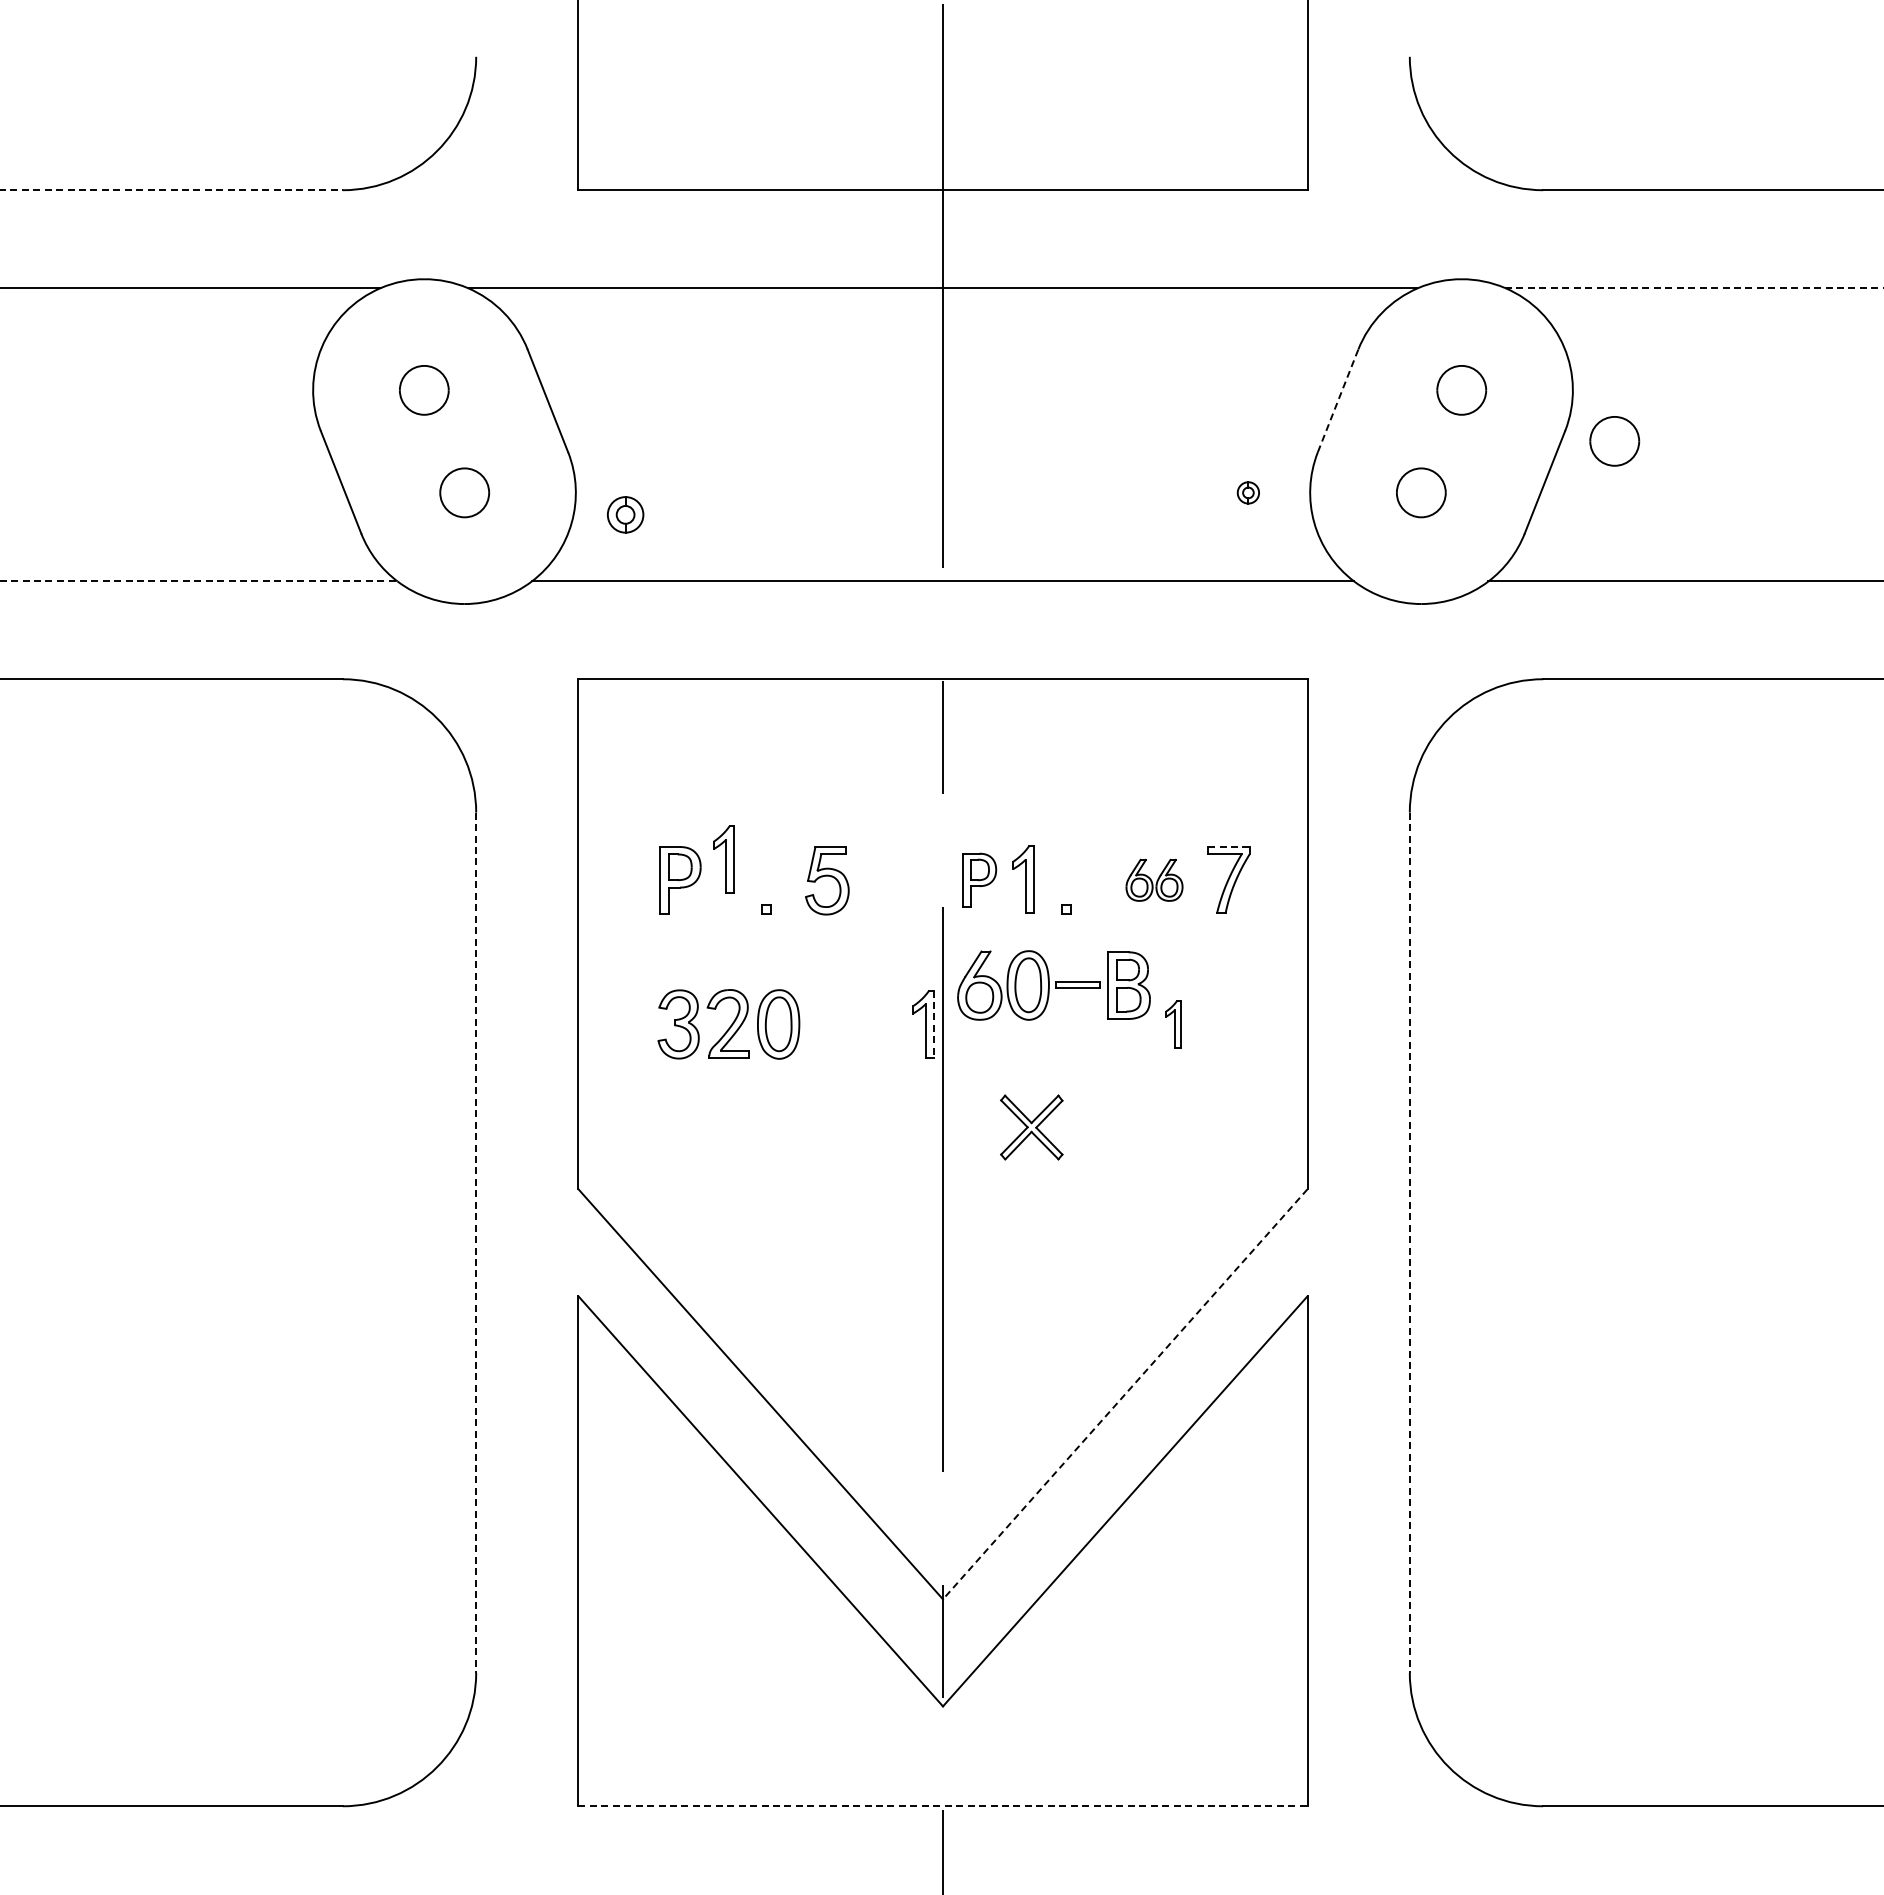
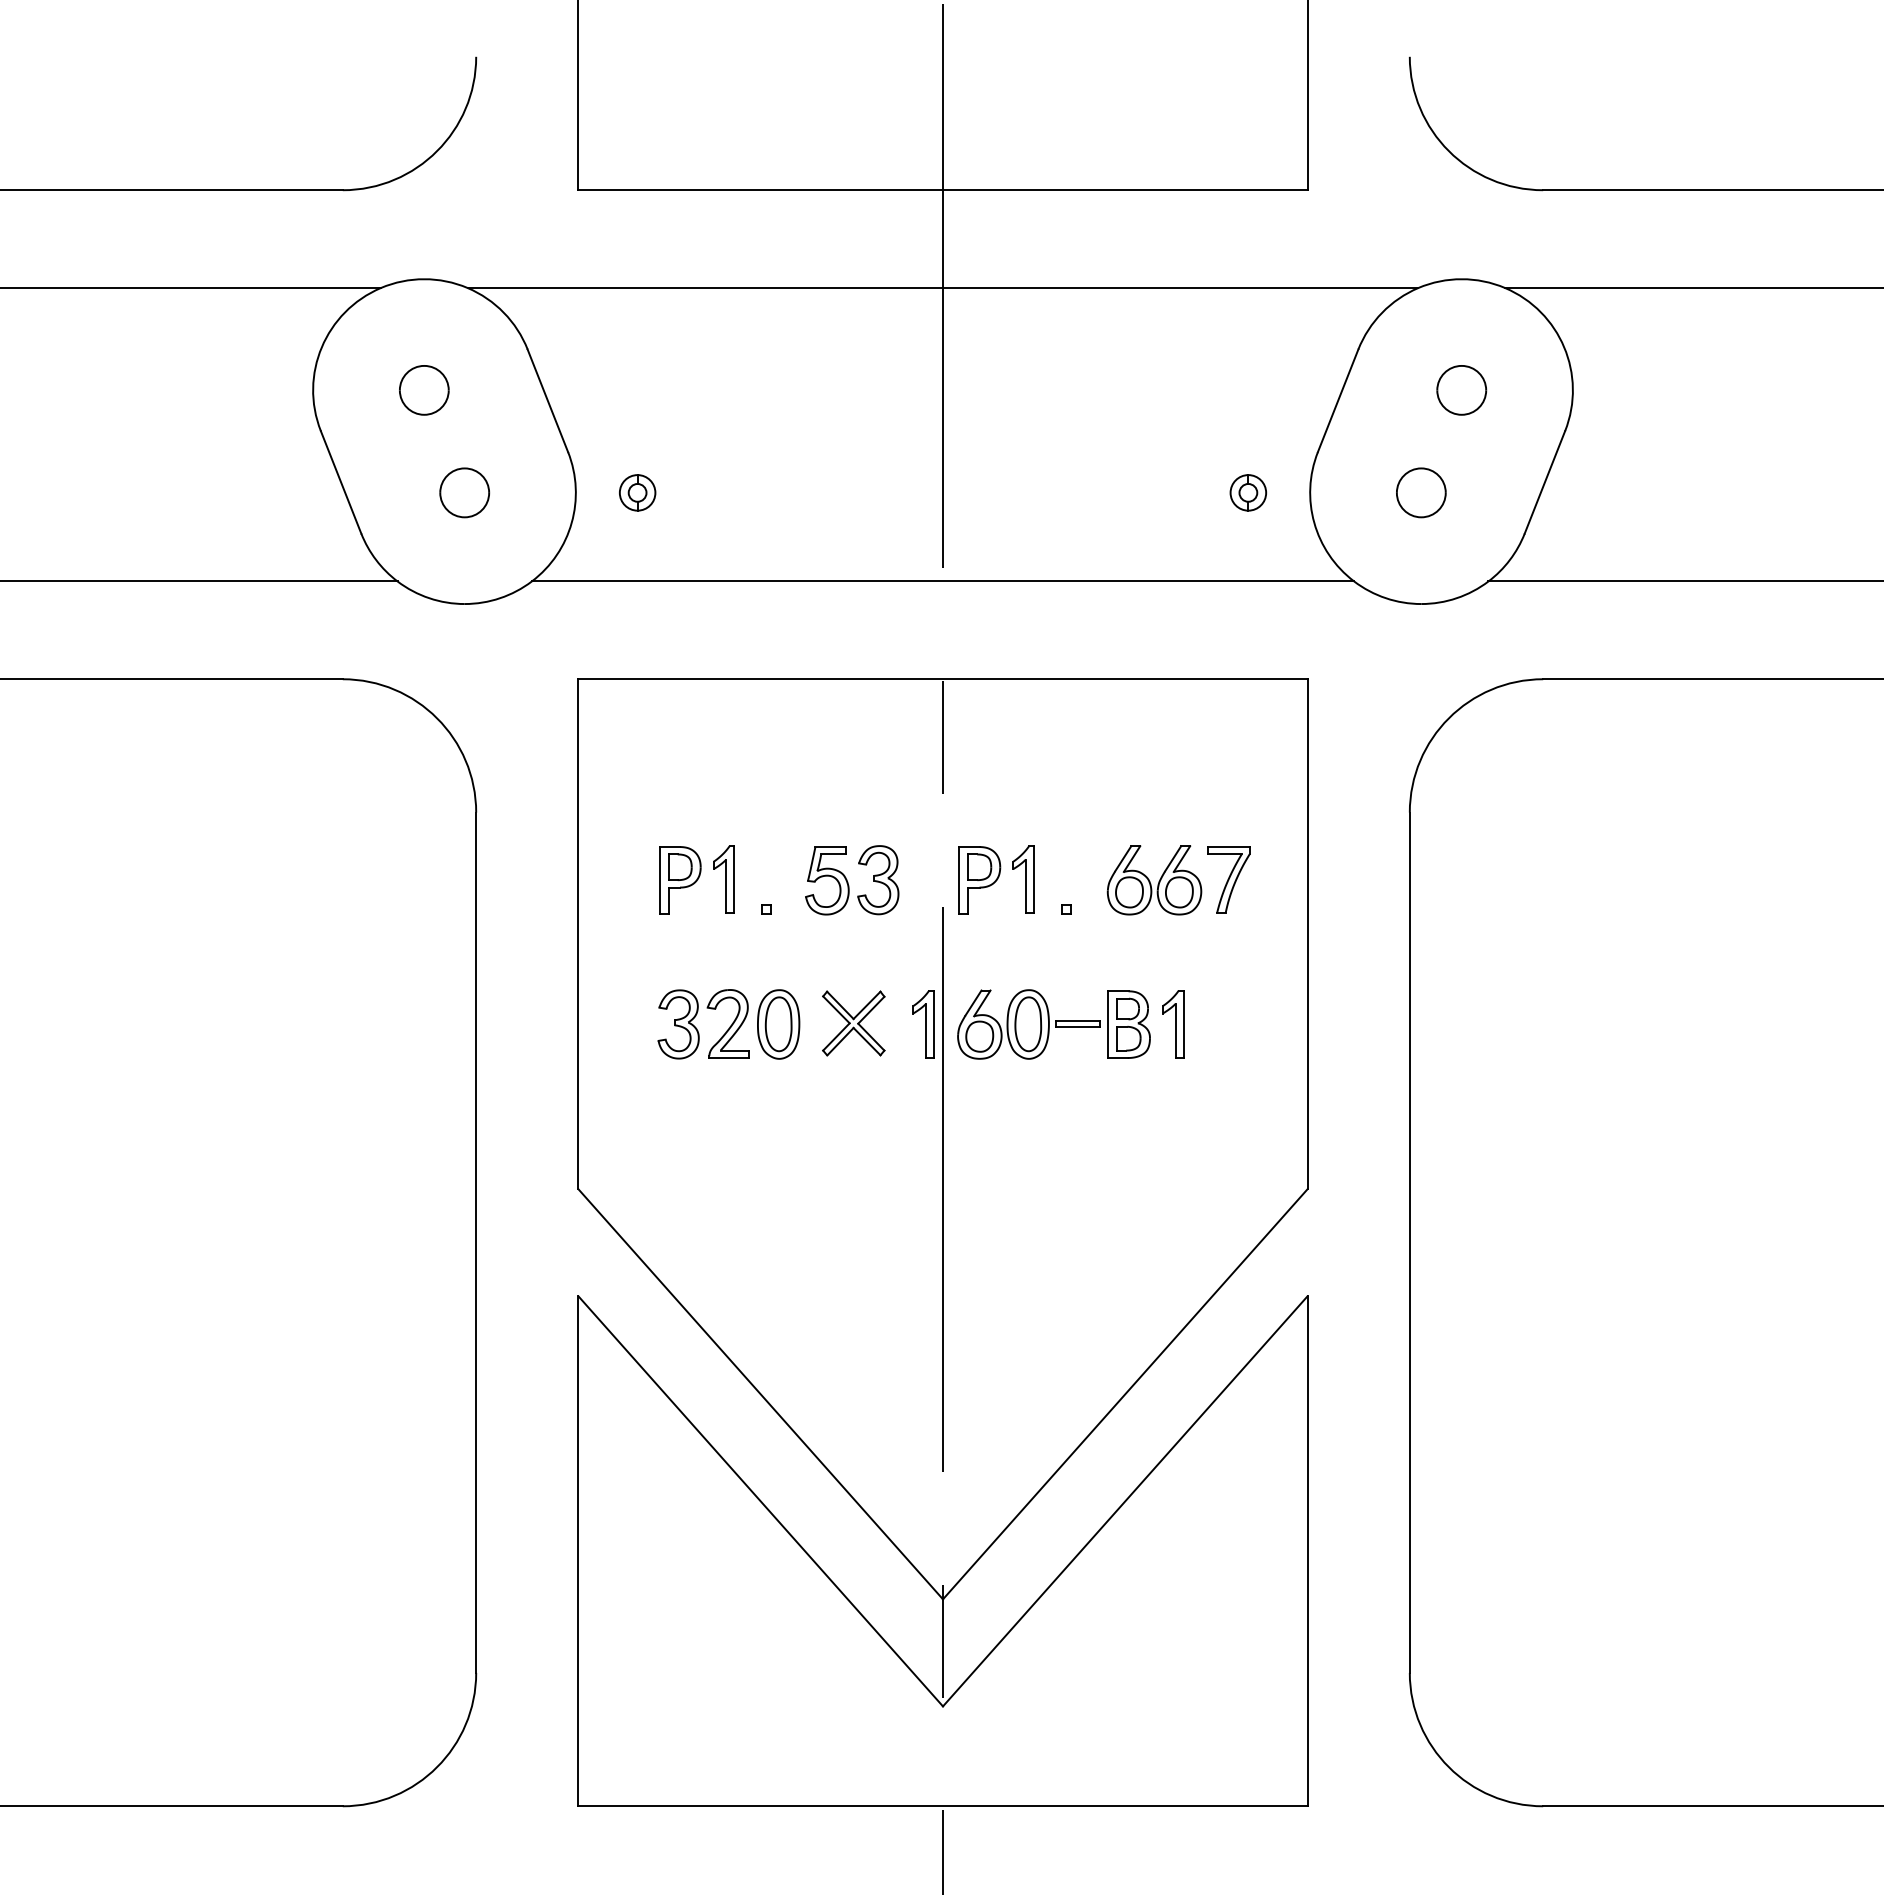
line at (171, 190): dashed -> solid
line at (1694, 288): dashed -> solid
line at (1338, 400): dashed -> solid
part at (1614, 441): present -> none
part at (1247, 492) size: 24x24 px -> 39x38 px
part at (625, 514) position: (625, 514) -> (637, 492)
line at (199, 581): dashed -> solid
line at (1228, 847): dashed -> solid
part at (723, 859) position: (723, 859) -> (723, 879)
part at (979, 879) size: 36x56 px -> 44x69 px
part at (1154, 879) size: 59x44 px -> 97x71 px
part at (878, 880): none -> present
part at (1053, 985) position: (1053, 985) -> (1053, 1024)
line at (933, 1024): dashed -> solid
part at (1173, 1024) size: 17x49 px -> 23x69 px
part at (1031, 1127) position: (1031, 1127) -> (853, 1023)
line at (476, 1243): dashed -> solid
line at (1409, 1243): dashed -> solid
line at (1124, 1394): dashed -> solid
line at (943, 1806): dashed -> solid
